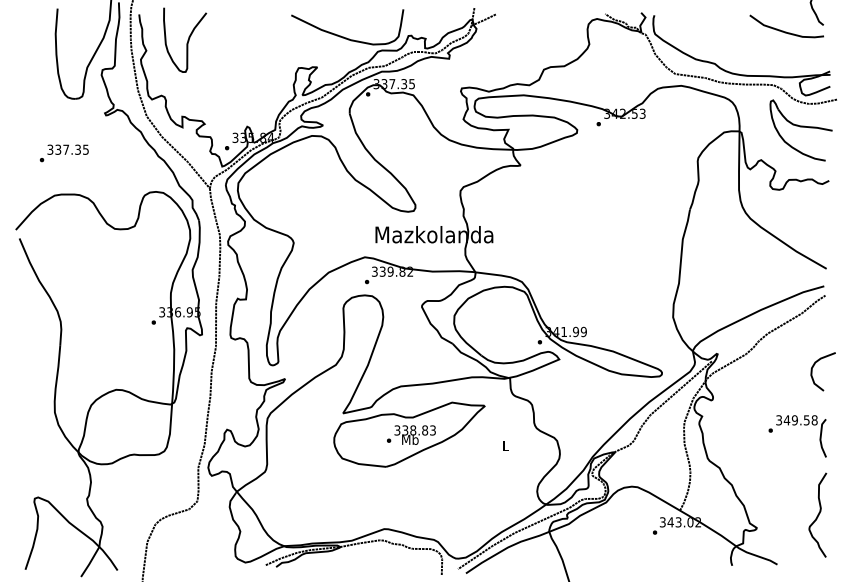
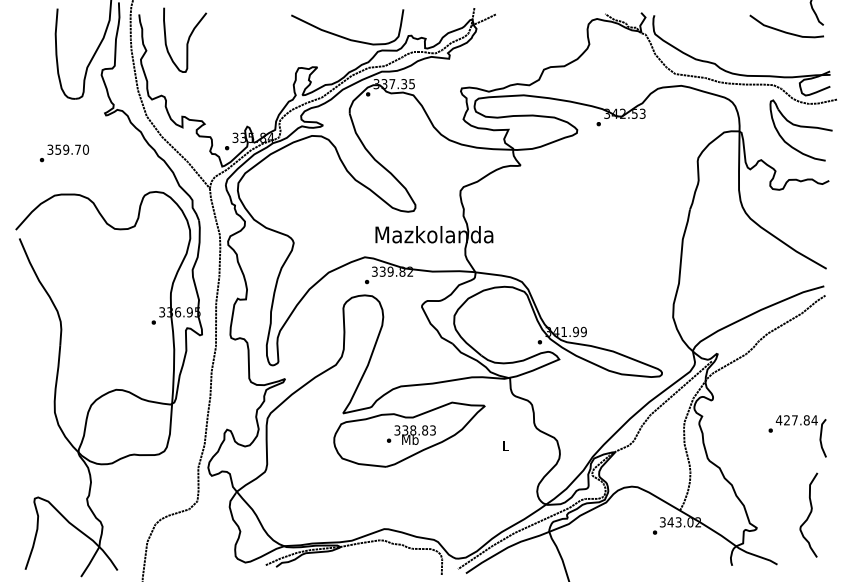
text at (72, 149): 337.35 -> 359.70
curve at (813, 367): present -> none
text at (796, 420): 349.58 -> 427.84
curve at (817, 514) position: (817, 514) -> (808, 514)
